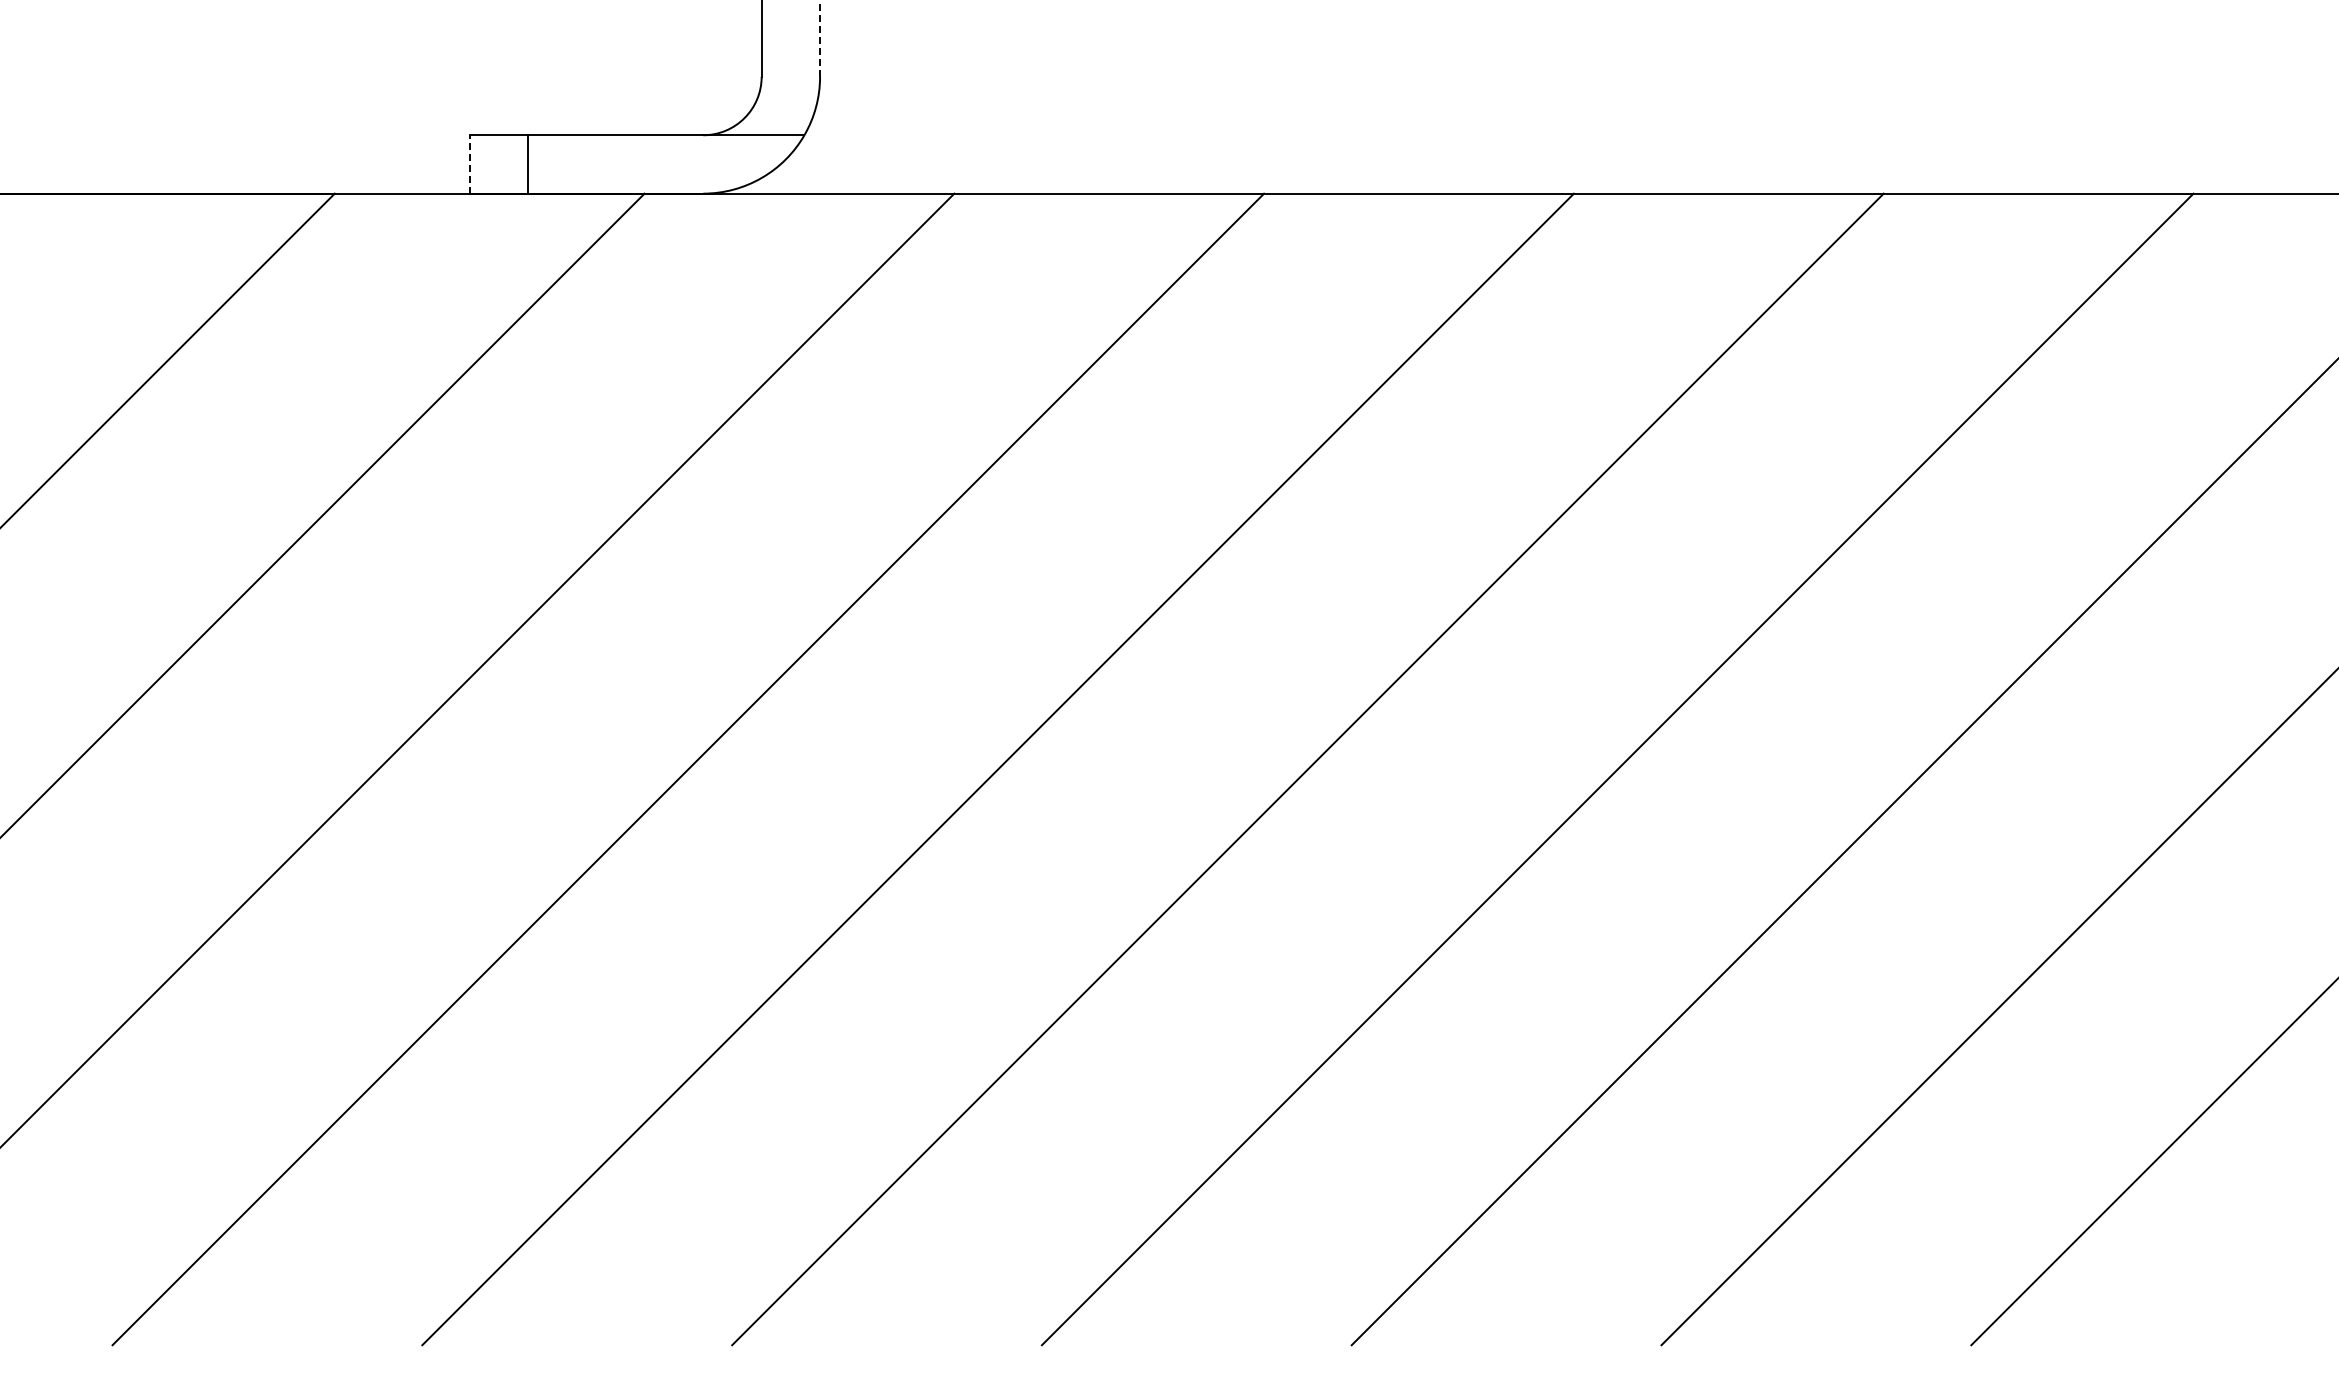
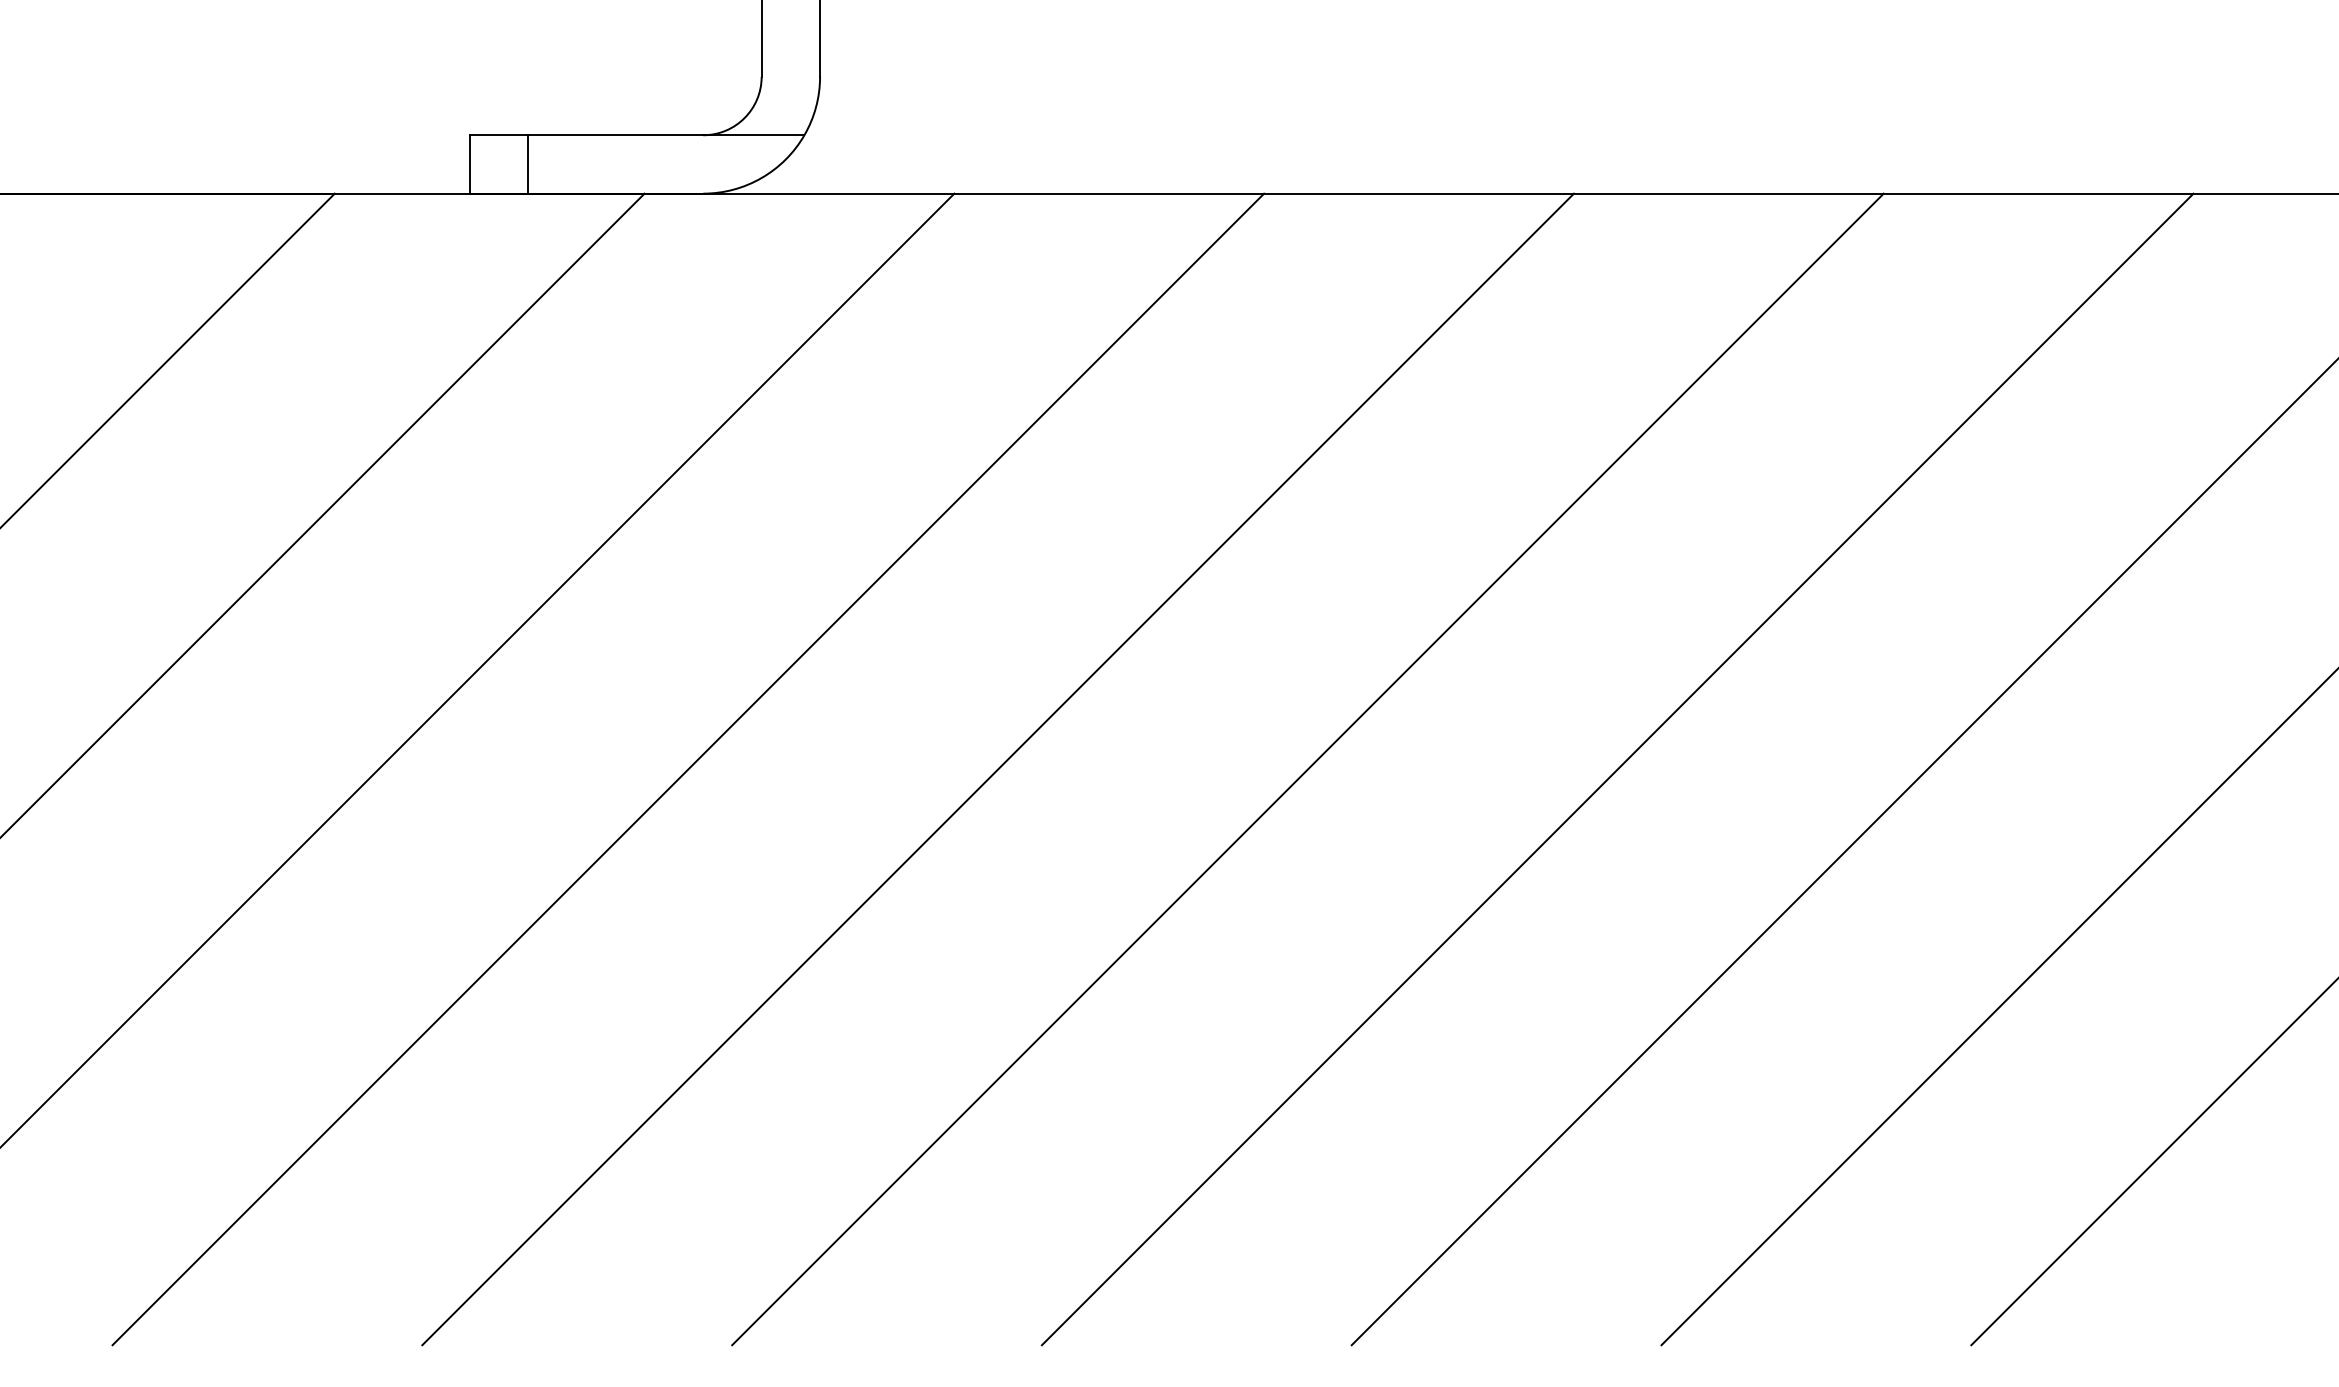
line at (820, 38): dashed -> solid
line at (469, 163): dashed -> solid
